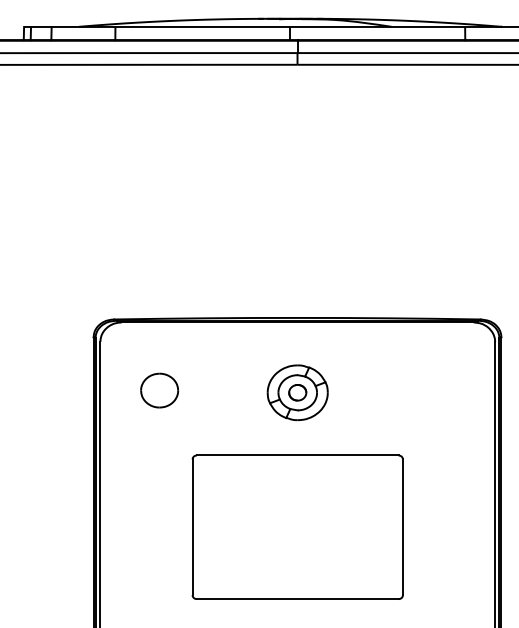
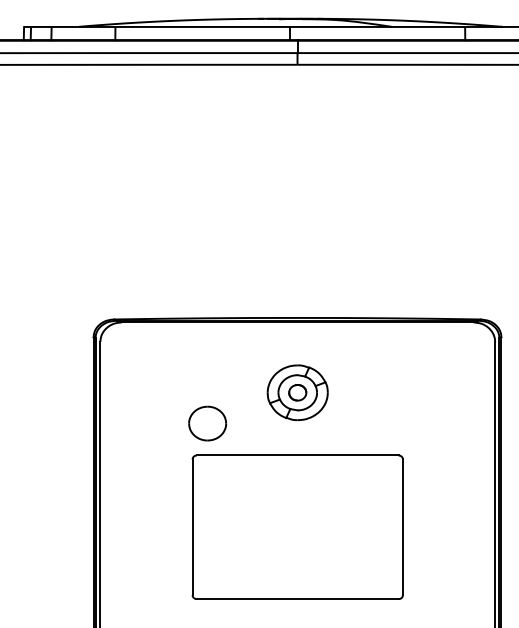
part at (159, 390) position: (159, 390) -> (207, 423)
